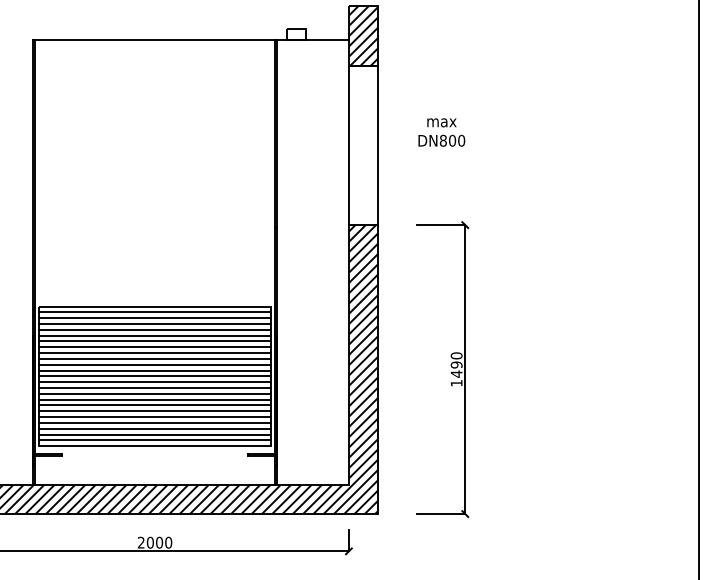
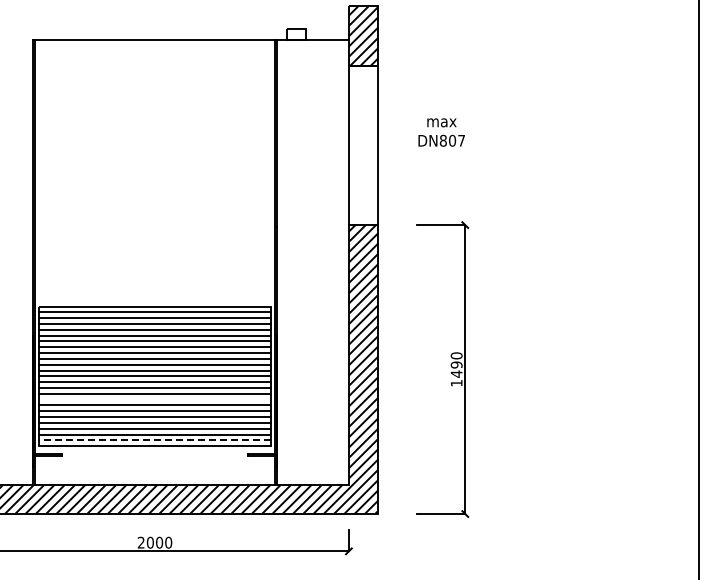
text at (461, 140): DN800 -> DN807
line at (154, 399): present -> none
line at (154, 440): solid -> dashed
